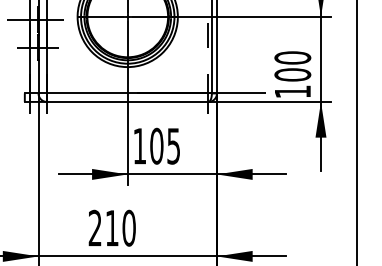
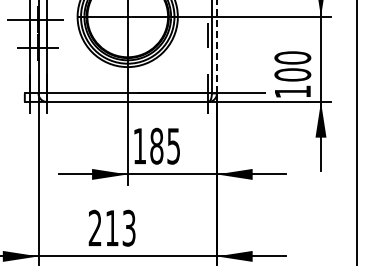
line at (216, 46): solid -> dashed
text at (156, 146): 105 -> 185
text at (128, 227): 210 -> 213
